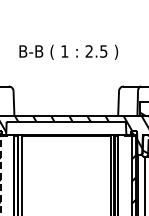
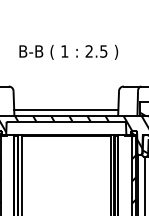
line at (66, 110): none -> present
line at (0, 174): dashed -> solid
